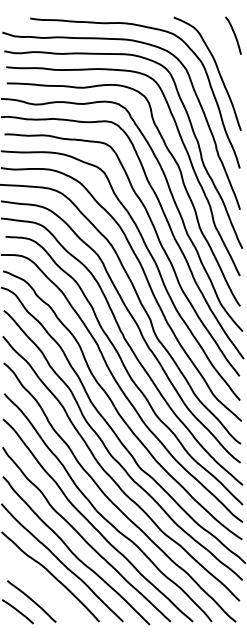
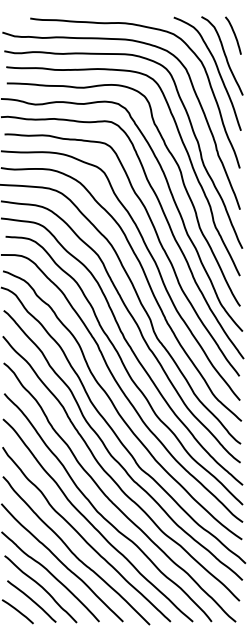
curve at (224, 55): none -> present
curve at (40, 587): none -> present
